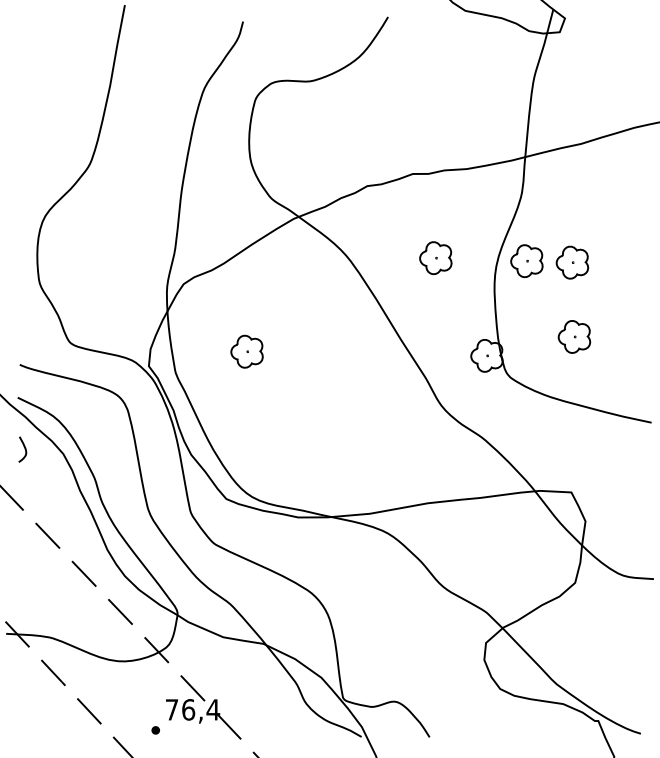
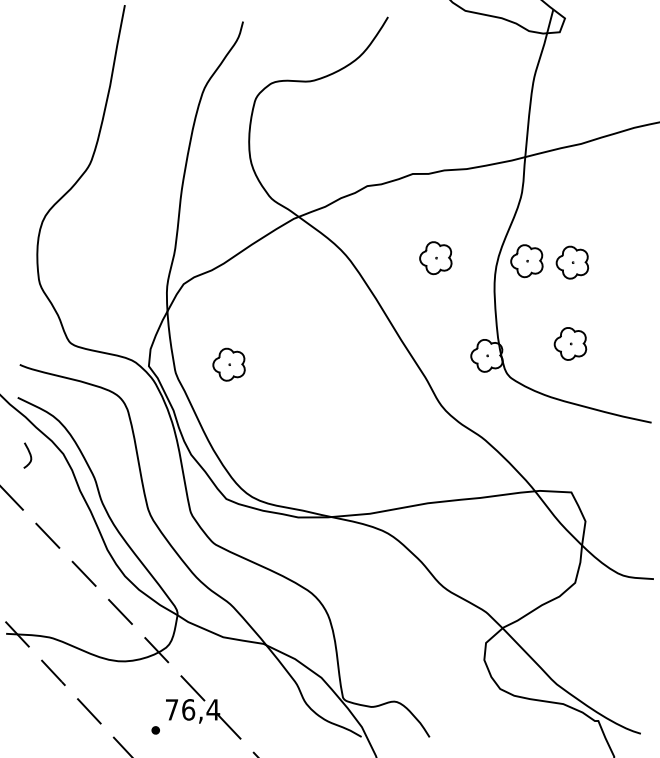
part at (574, 336) position: (574, 336) -> (570, 343)
part at (246, 351) position: (246, 351) -> (228, 364)
curve at (24, 449) position: (24, 449) -> (29, 455)
